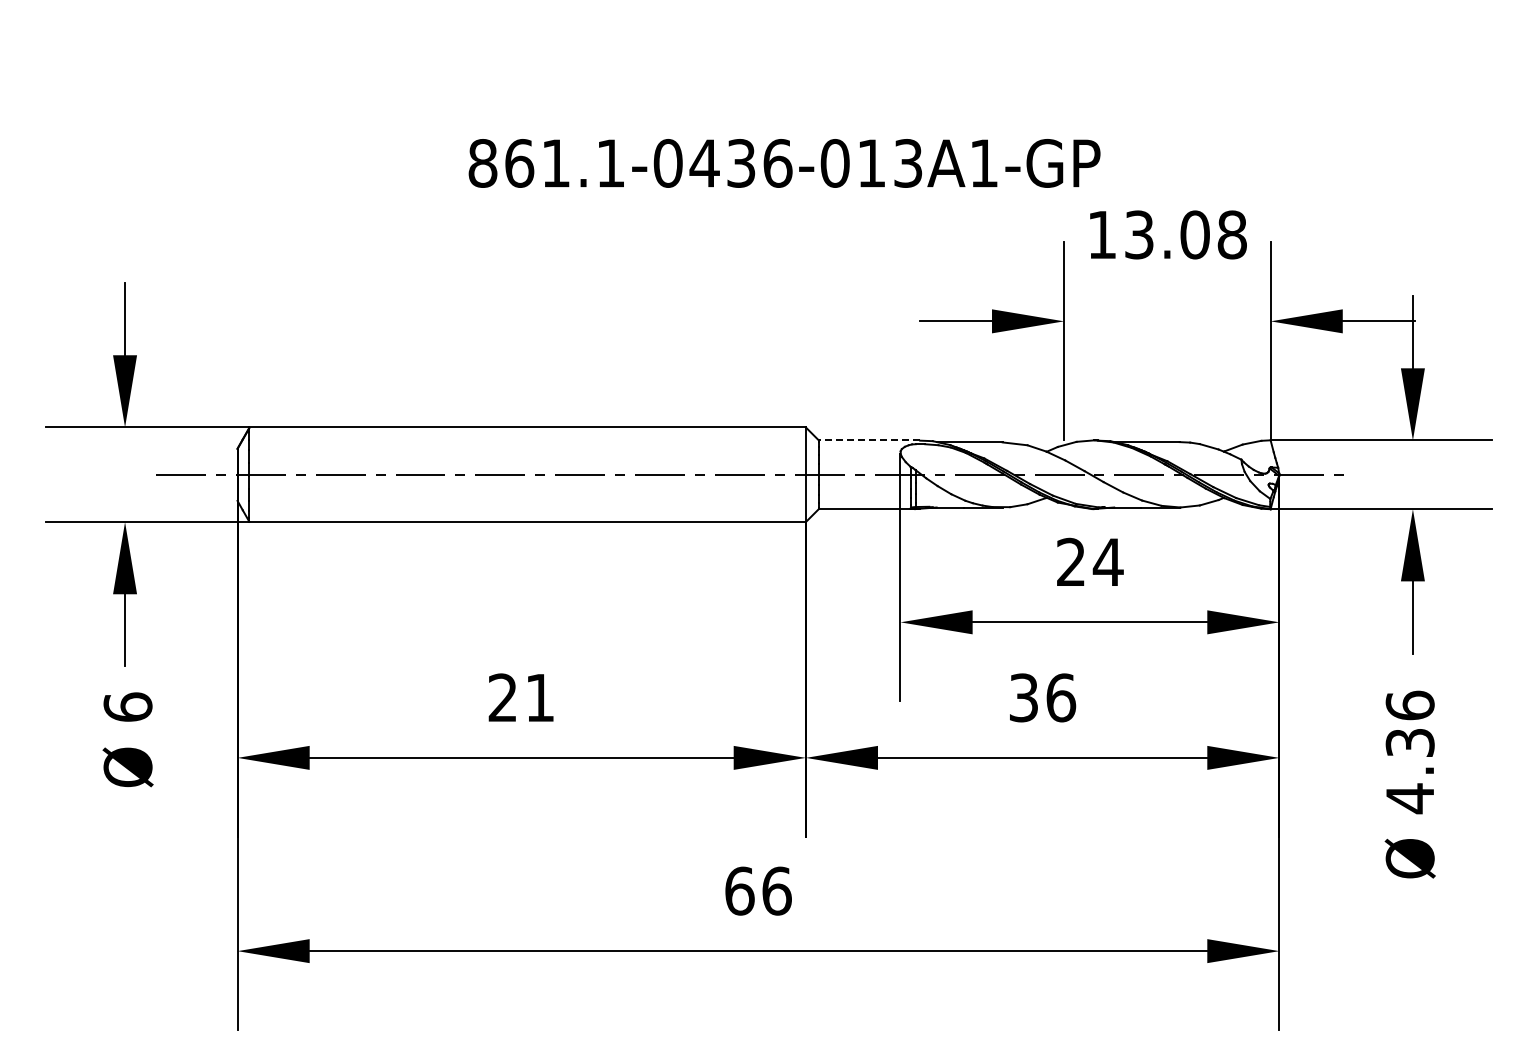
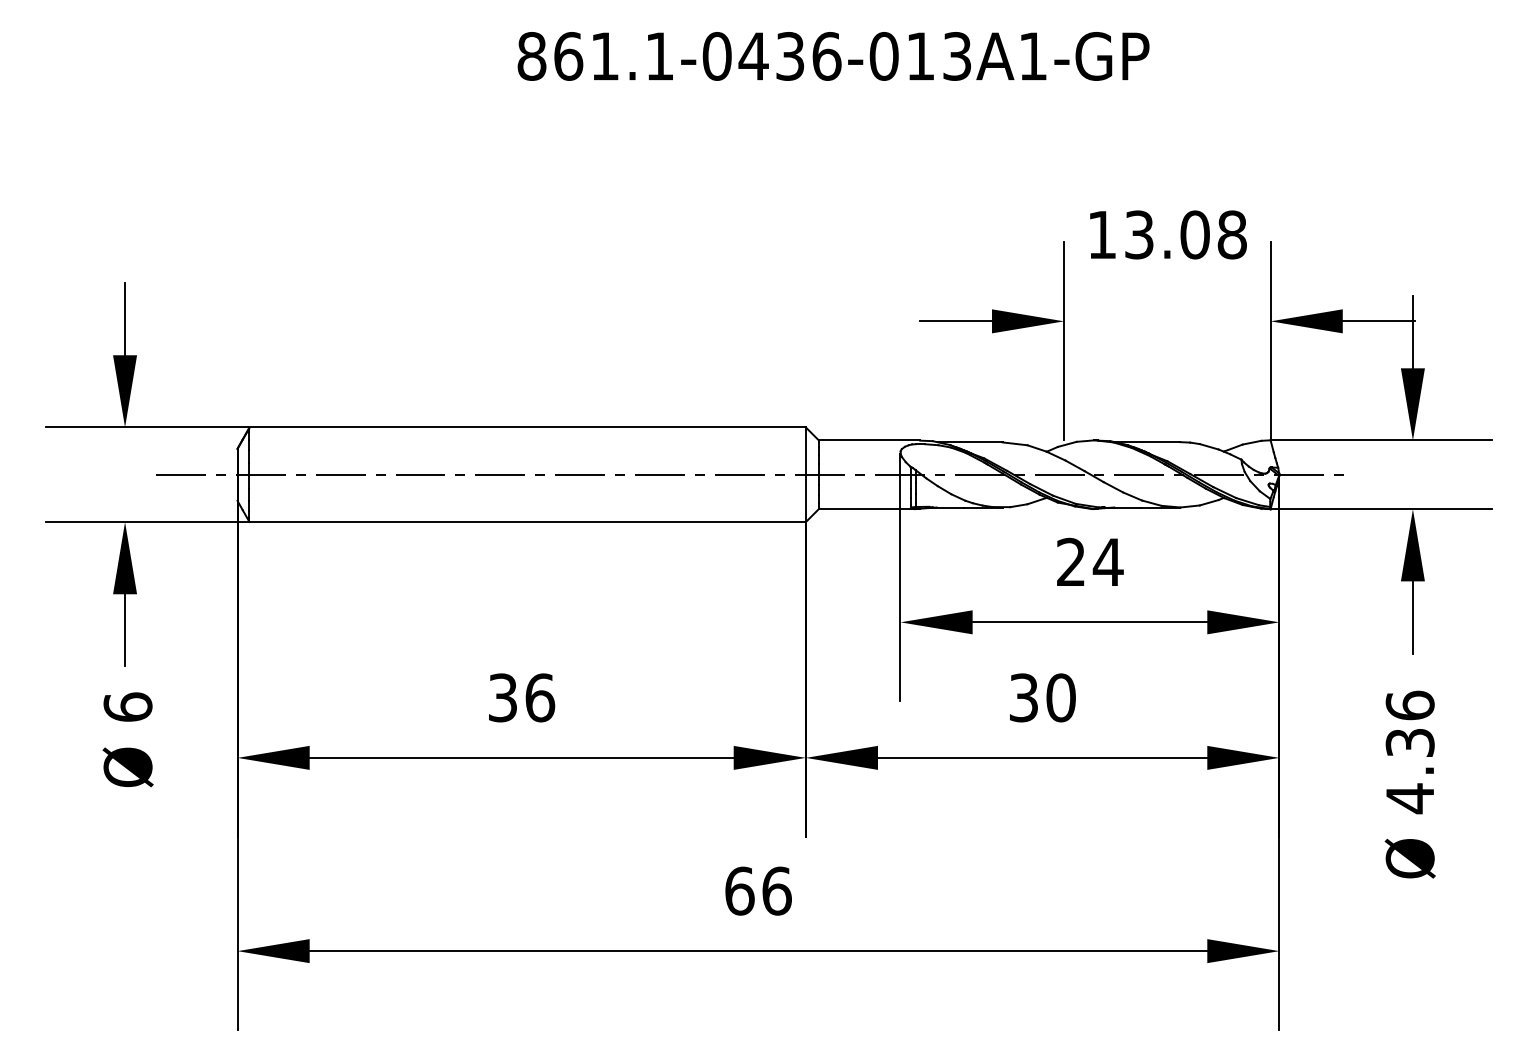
text at (784, 163) position: (784, 163) -> (833, 56)
line at (869, 440): dashed -> solid
text at (521, 697): 21 -> 36
text at (1061, 697): 36 -> 30
